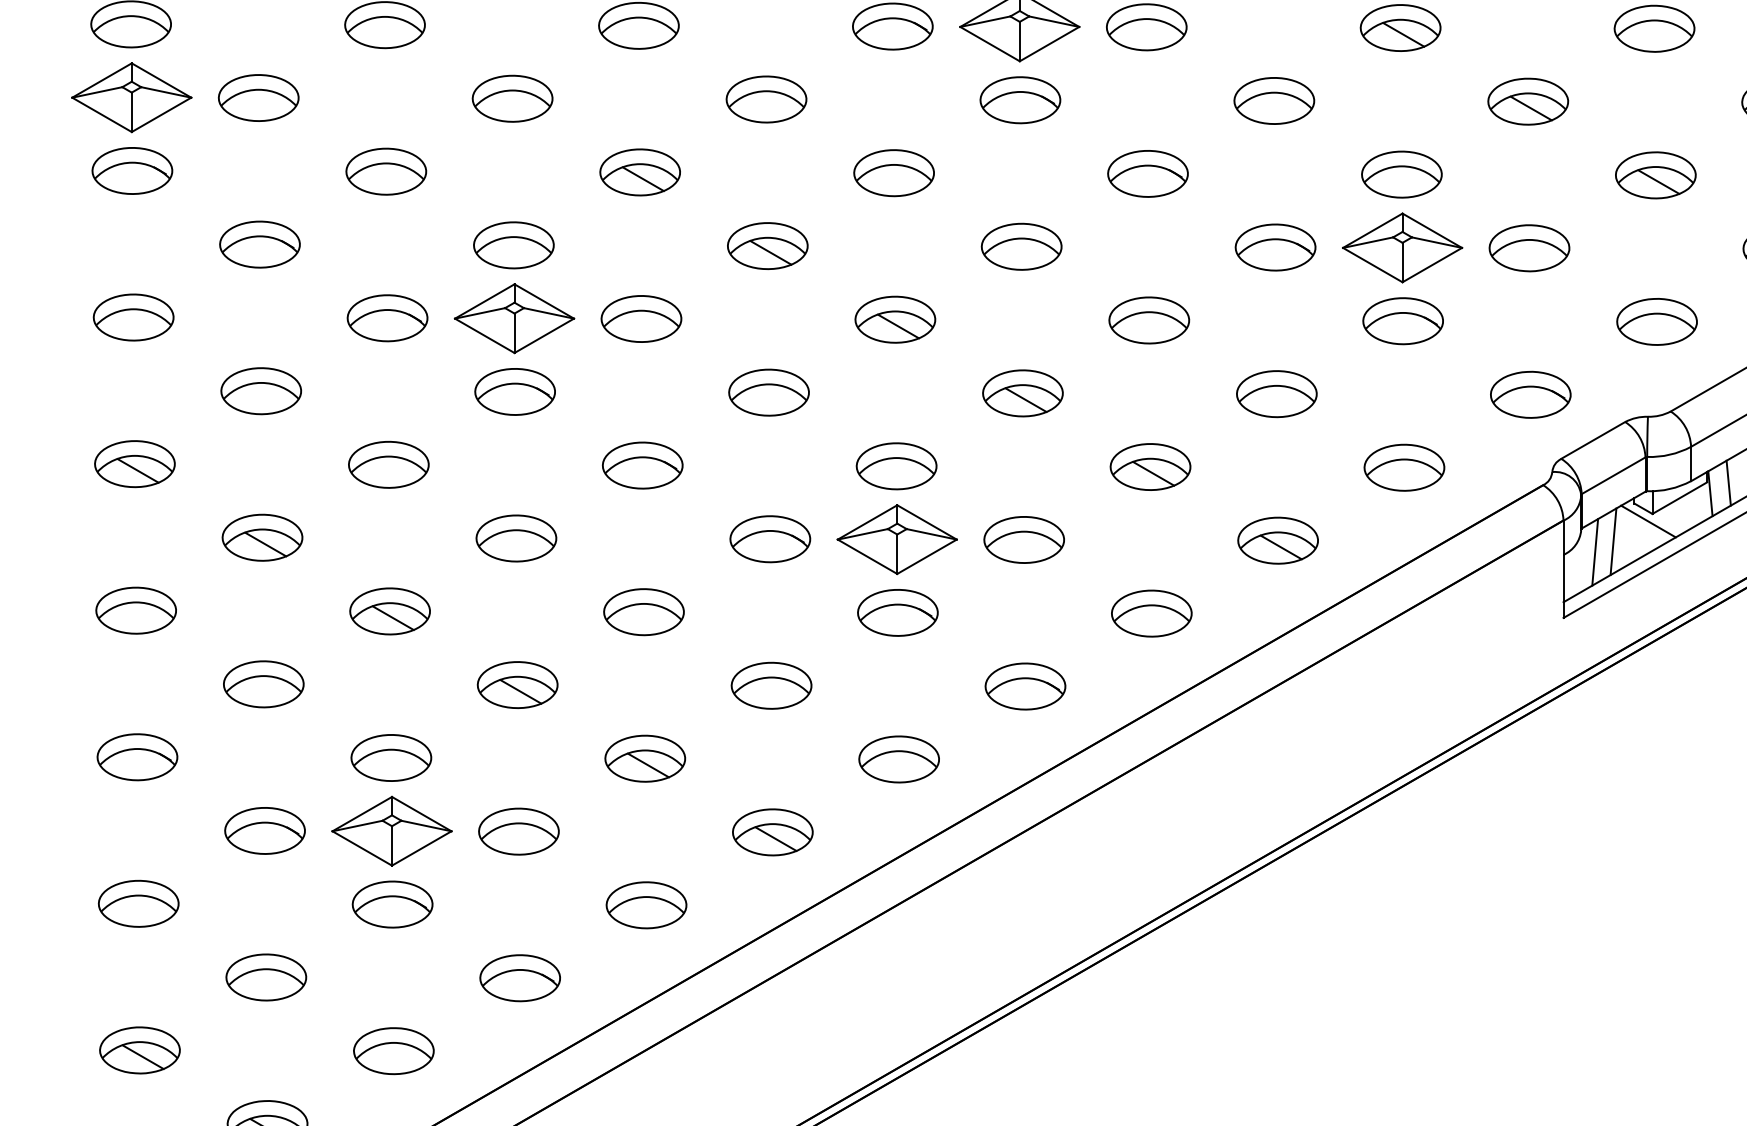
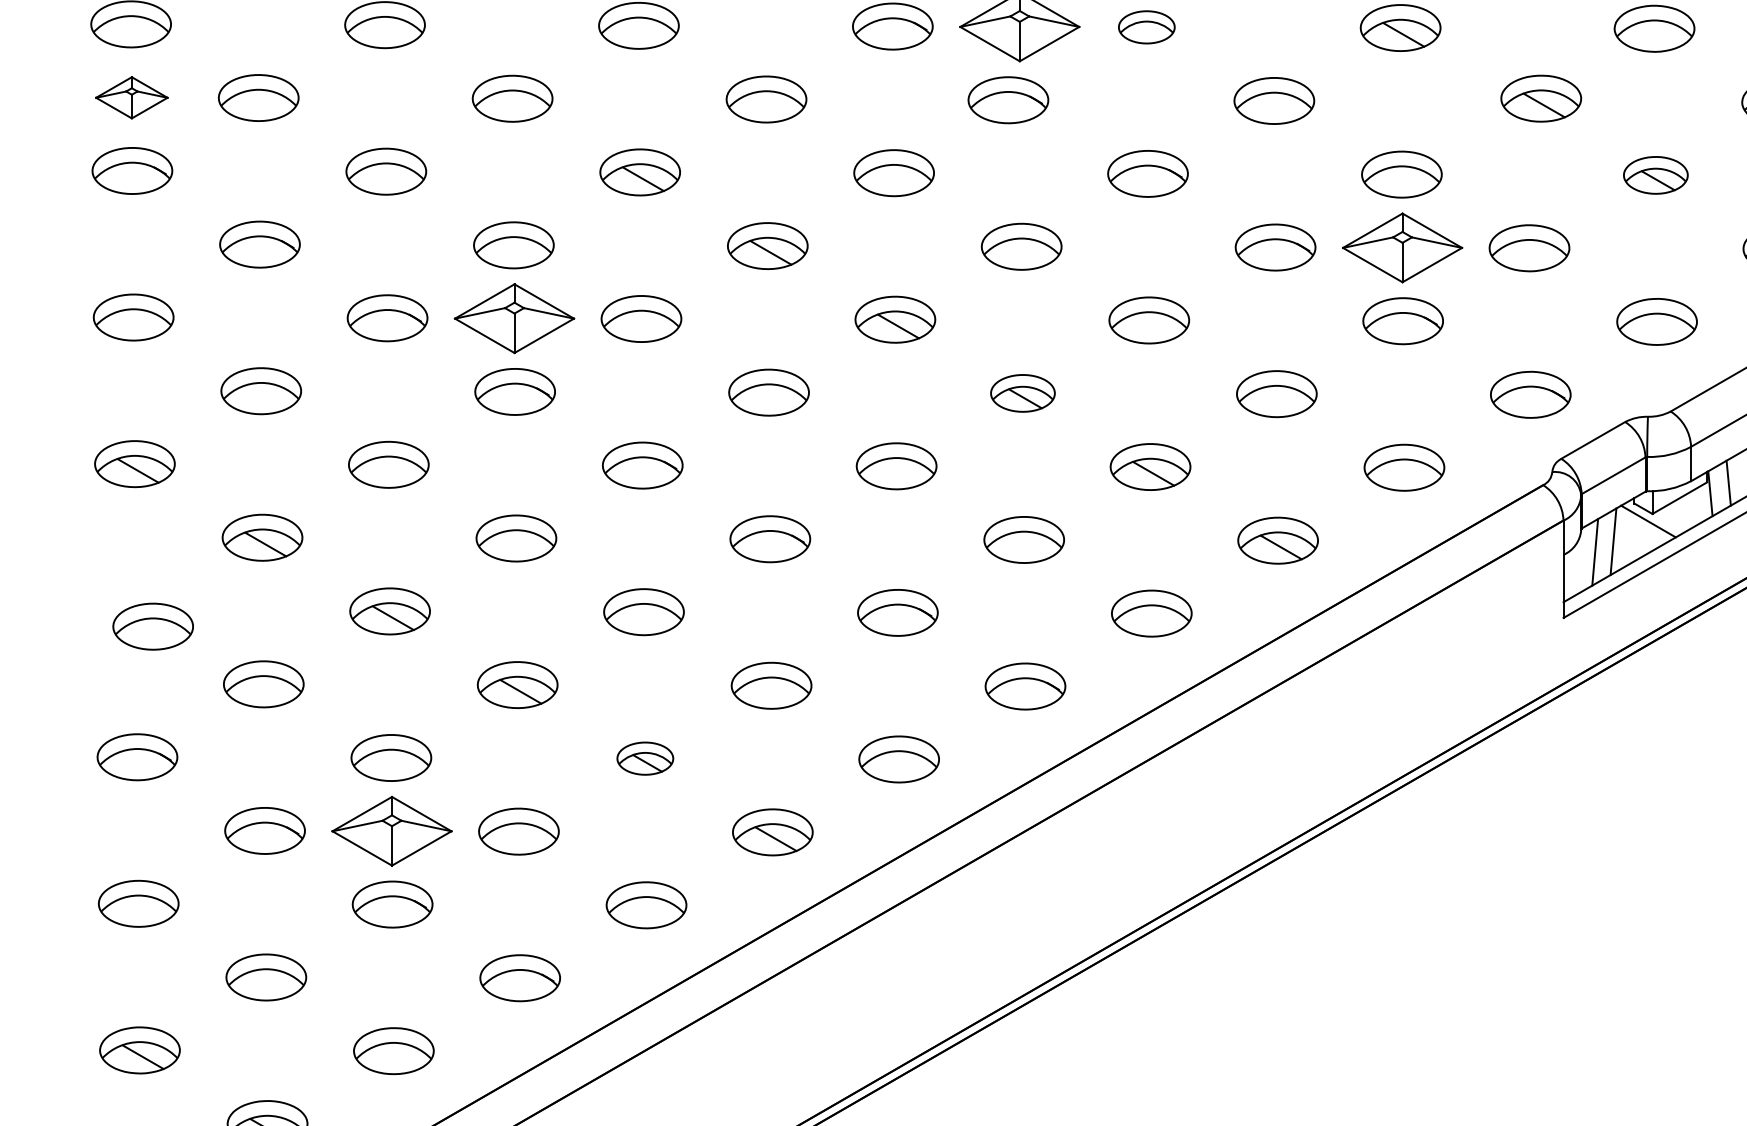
part at (1146, 27) size: 82x49 px -> 58x35 px
part at (131, 97) size: 122x72 px -> 74x44 px
part at (1020, 100) position: (1020, 100) -> (1008, 100)
part at (1528, 101) position: (1528, 101) -> (1541, 98)
part at (1655, 175) size: 82x49 px -> 66x39 px
part at (1022, 393) size: 82x49 px -> 66x39 px
part at (896, 539): present -> none
part at (135, 610) position: (135, 610) -> (152, 626)
part at (645, 758) size: 83x49 px -> 59x35 px
